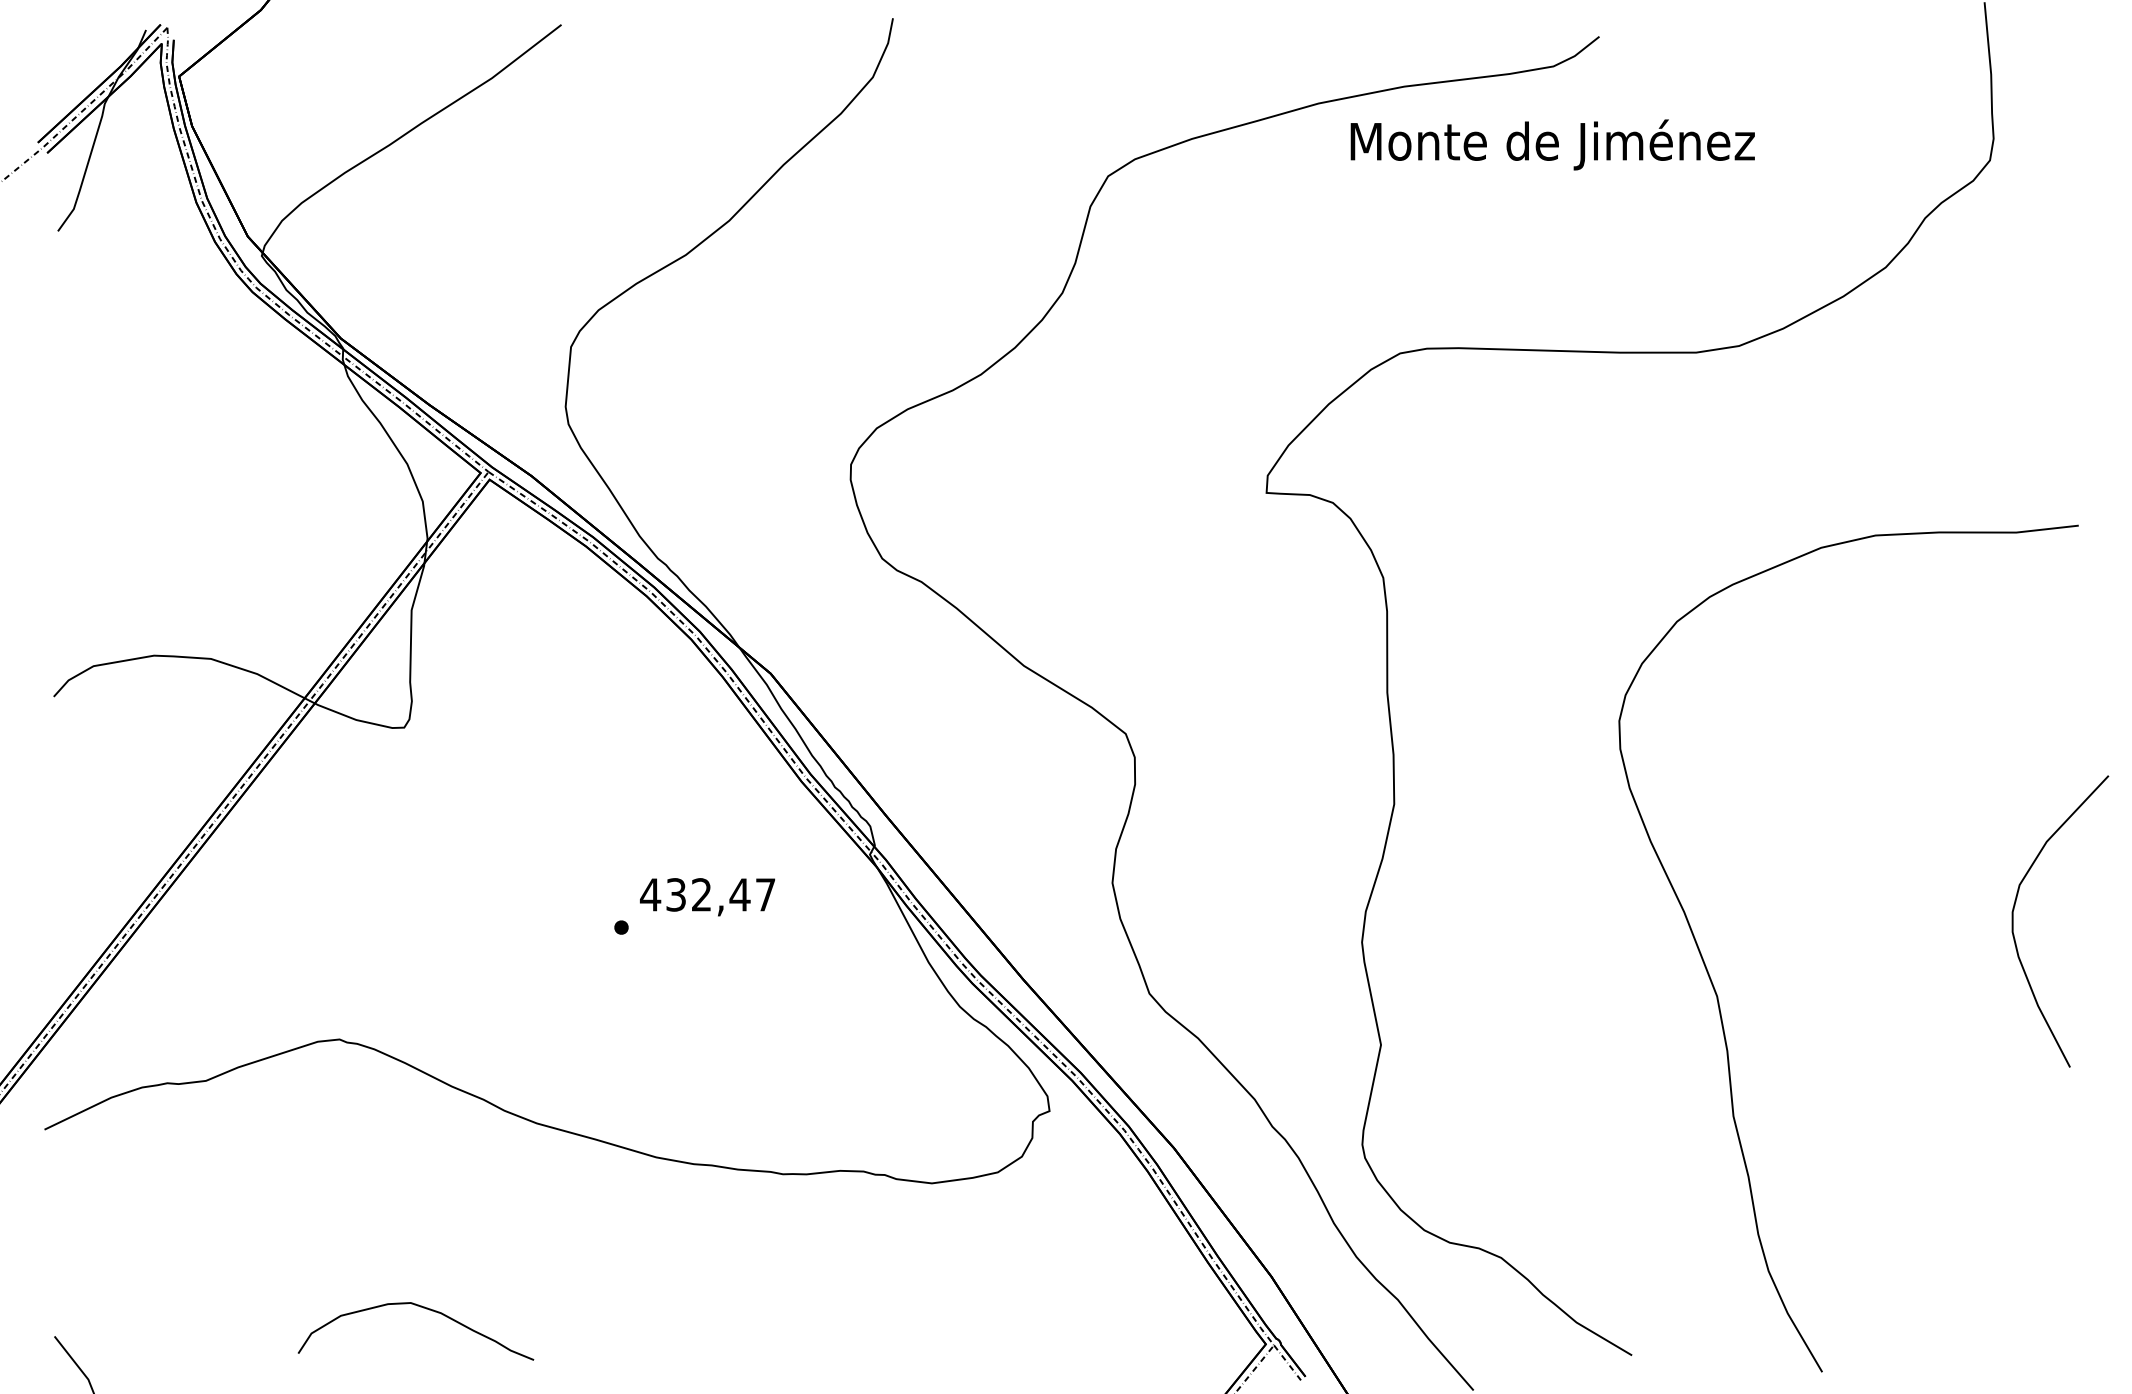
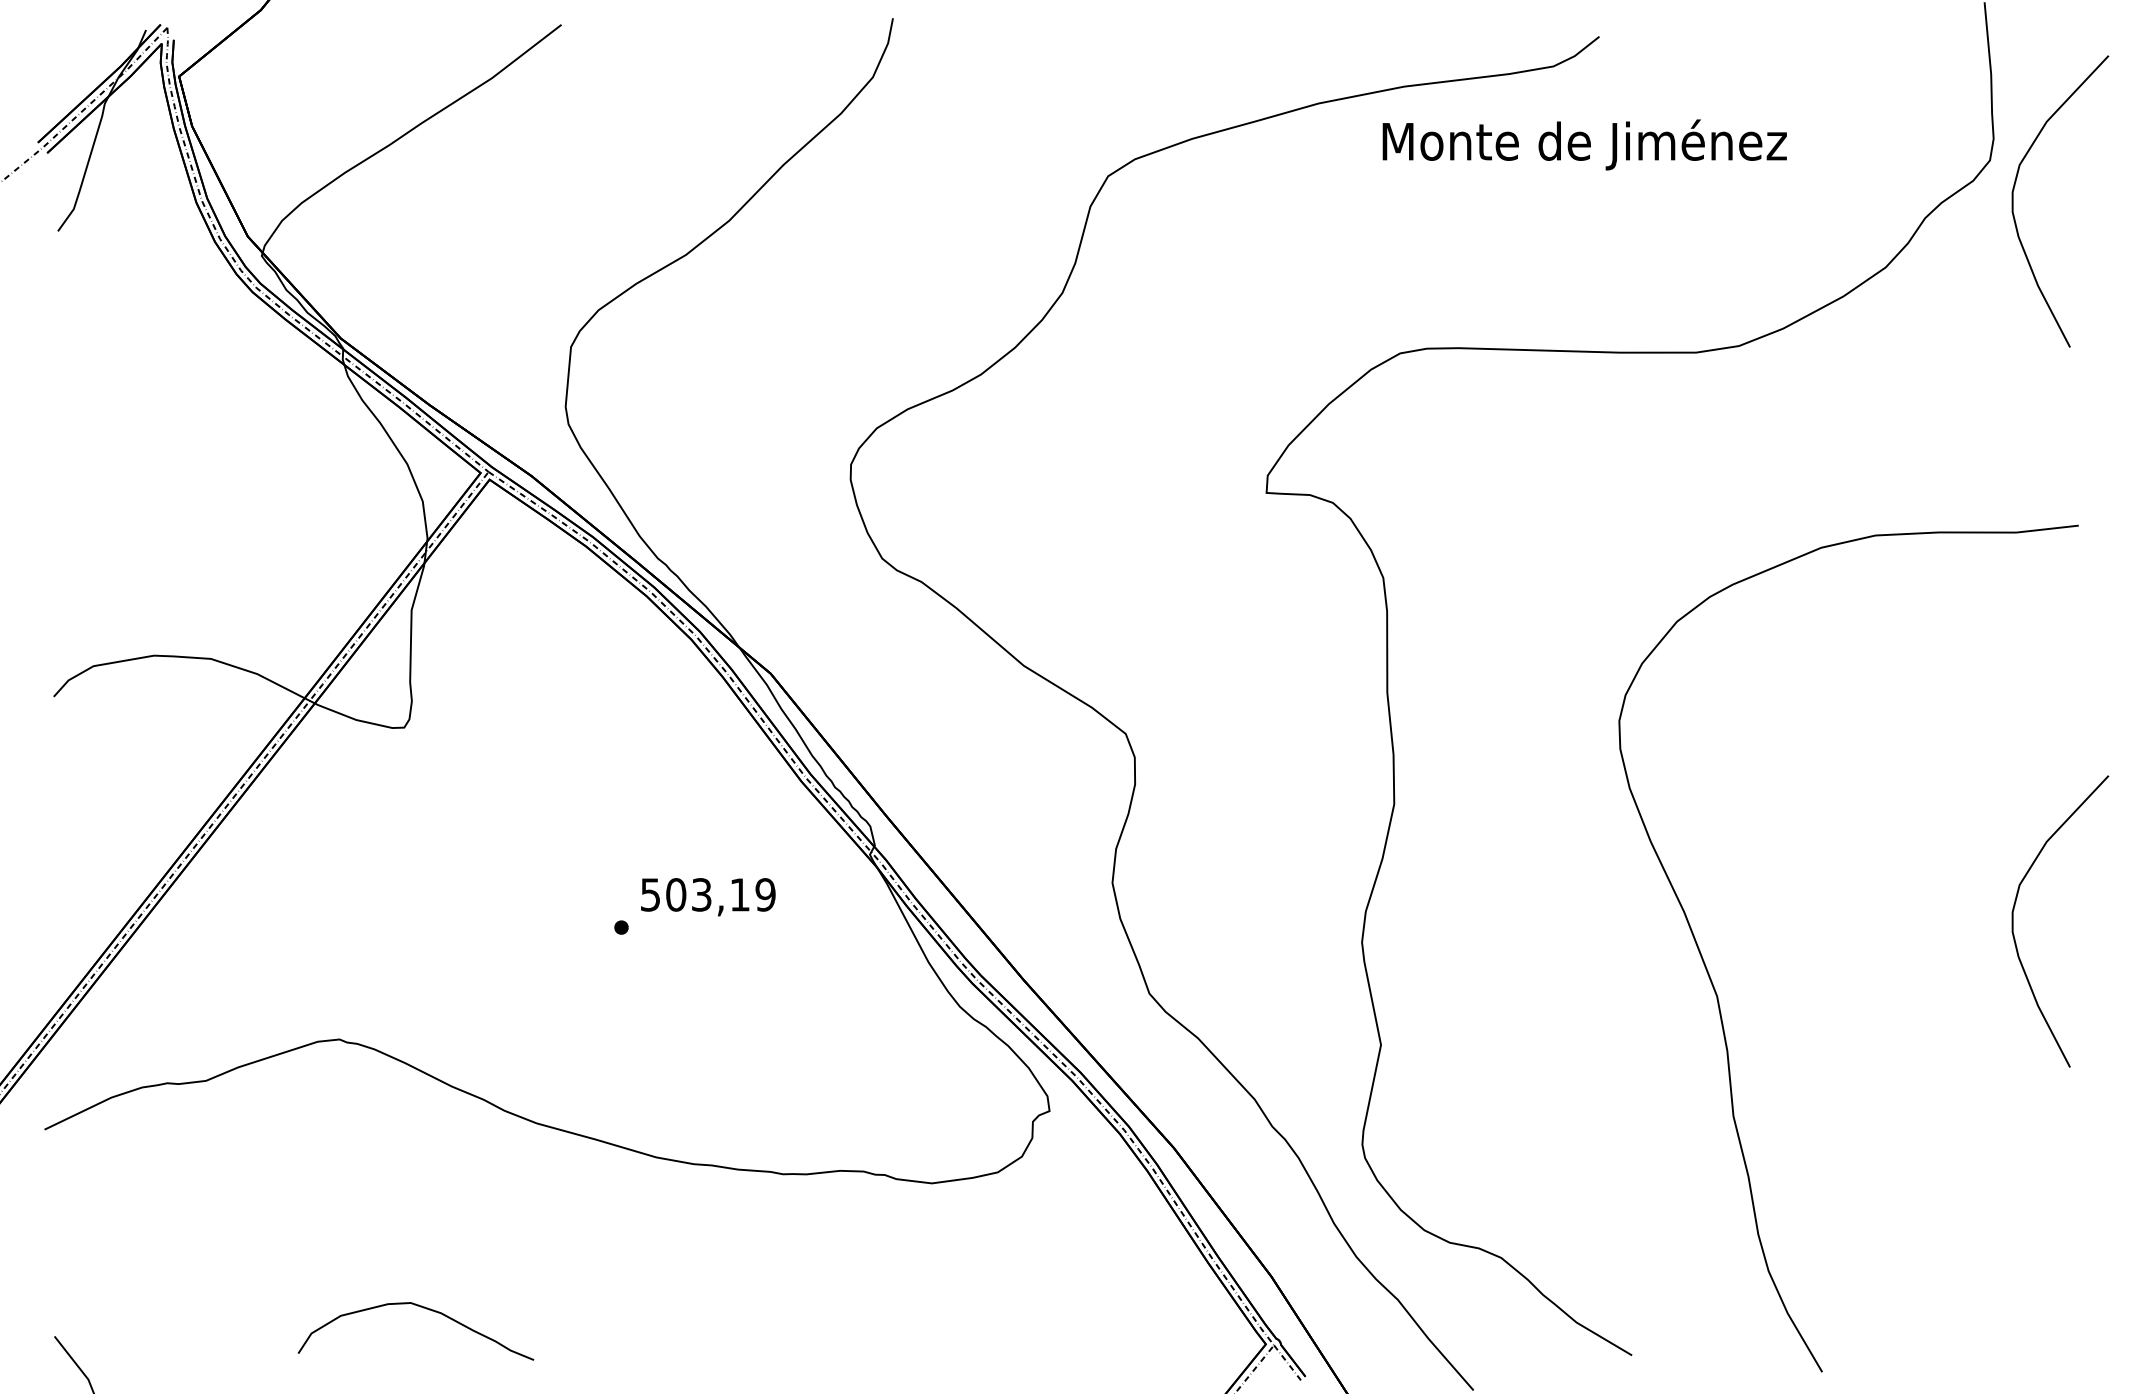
text at (1552, 144) position: (1552, 144) -> (1584, 144)
curve at (2013, 201): none -> present
text at (707, 894): 432,47 -> 503,19
